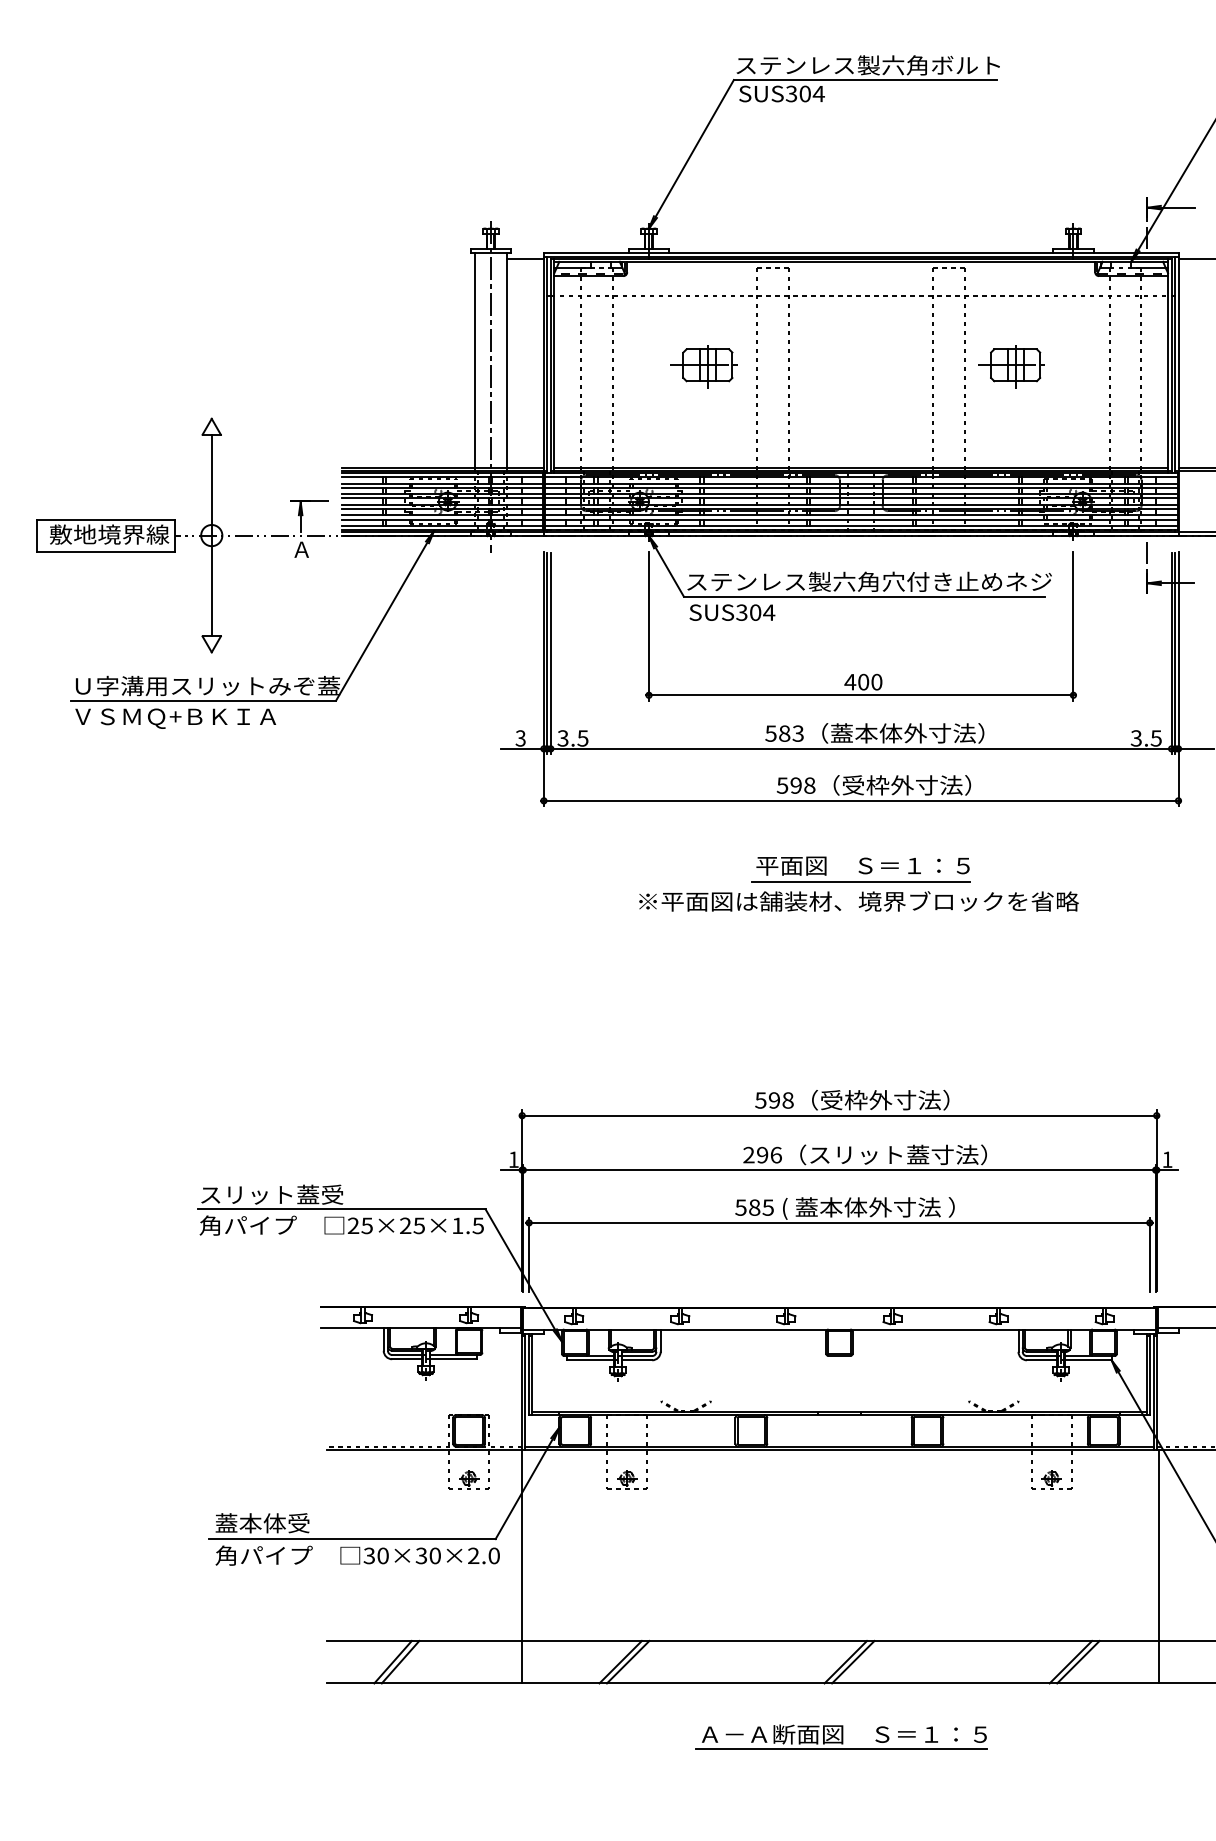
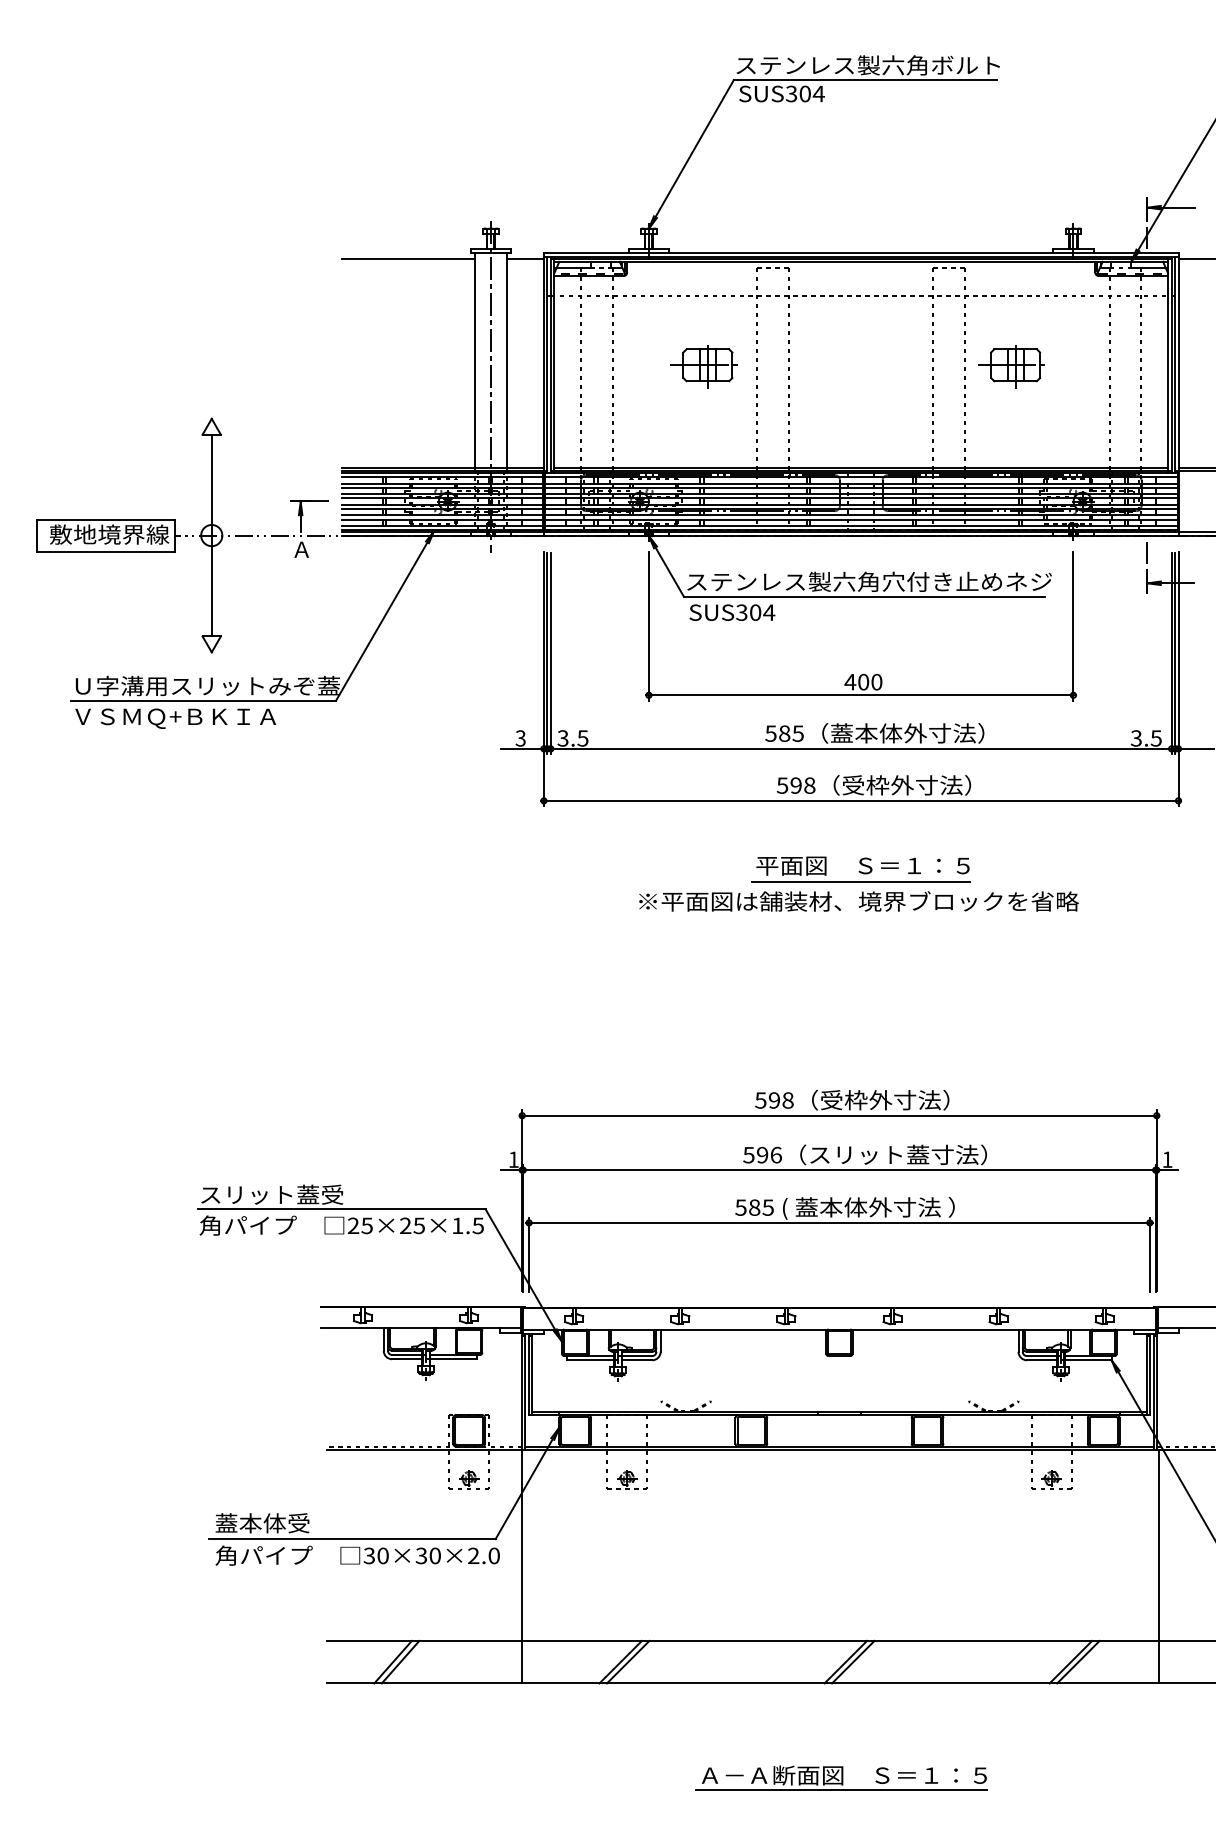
line at (408, 258): none -> present
text at (798, 733): 583 -> 585
text at (748, 1154): 296 -> 596
part at (841, 1736) position: (841, 1736) -> (841, 1777)
